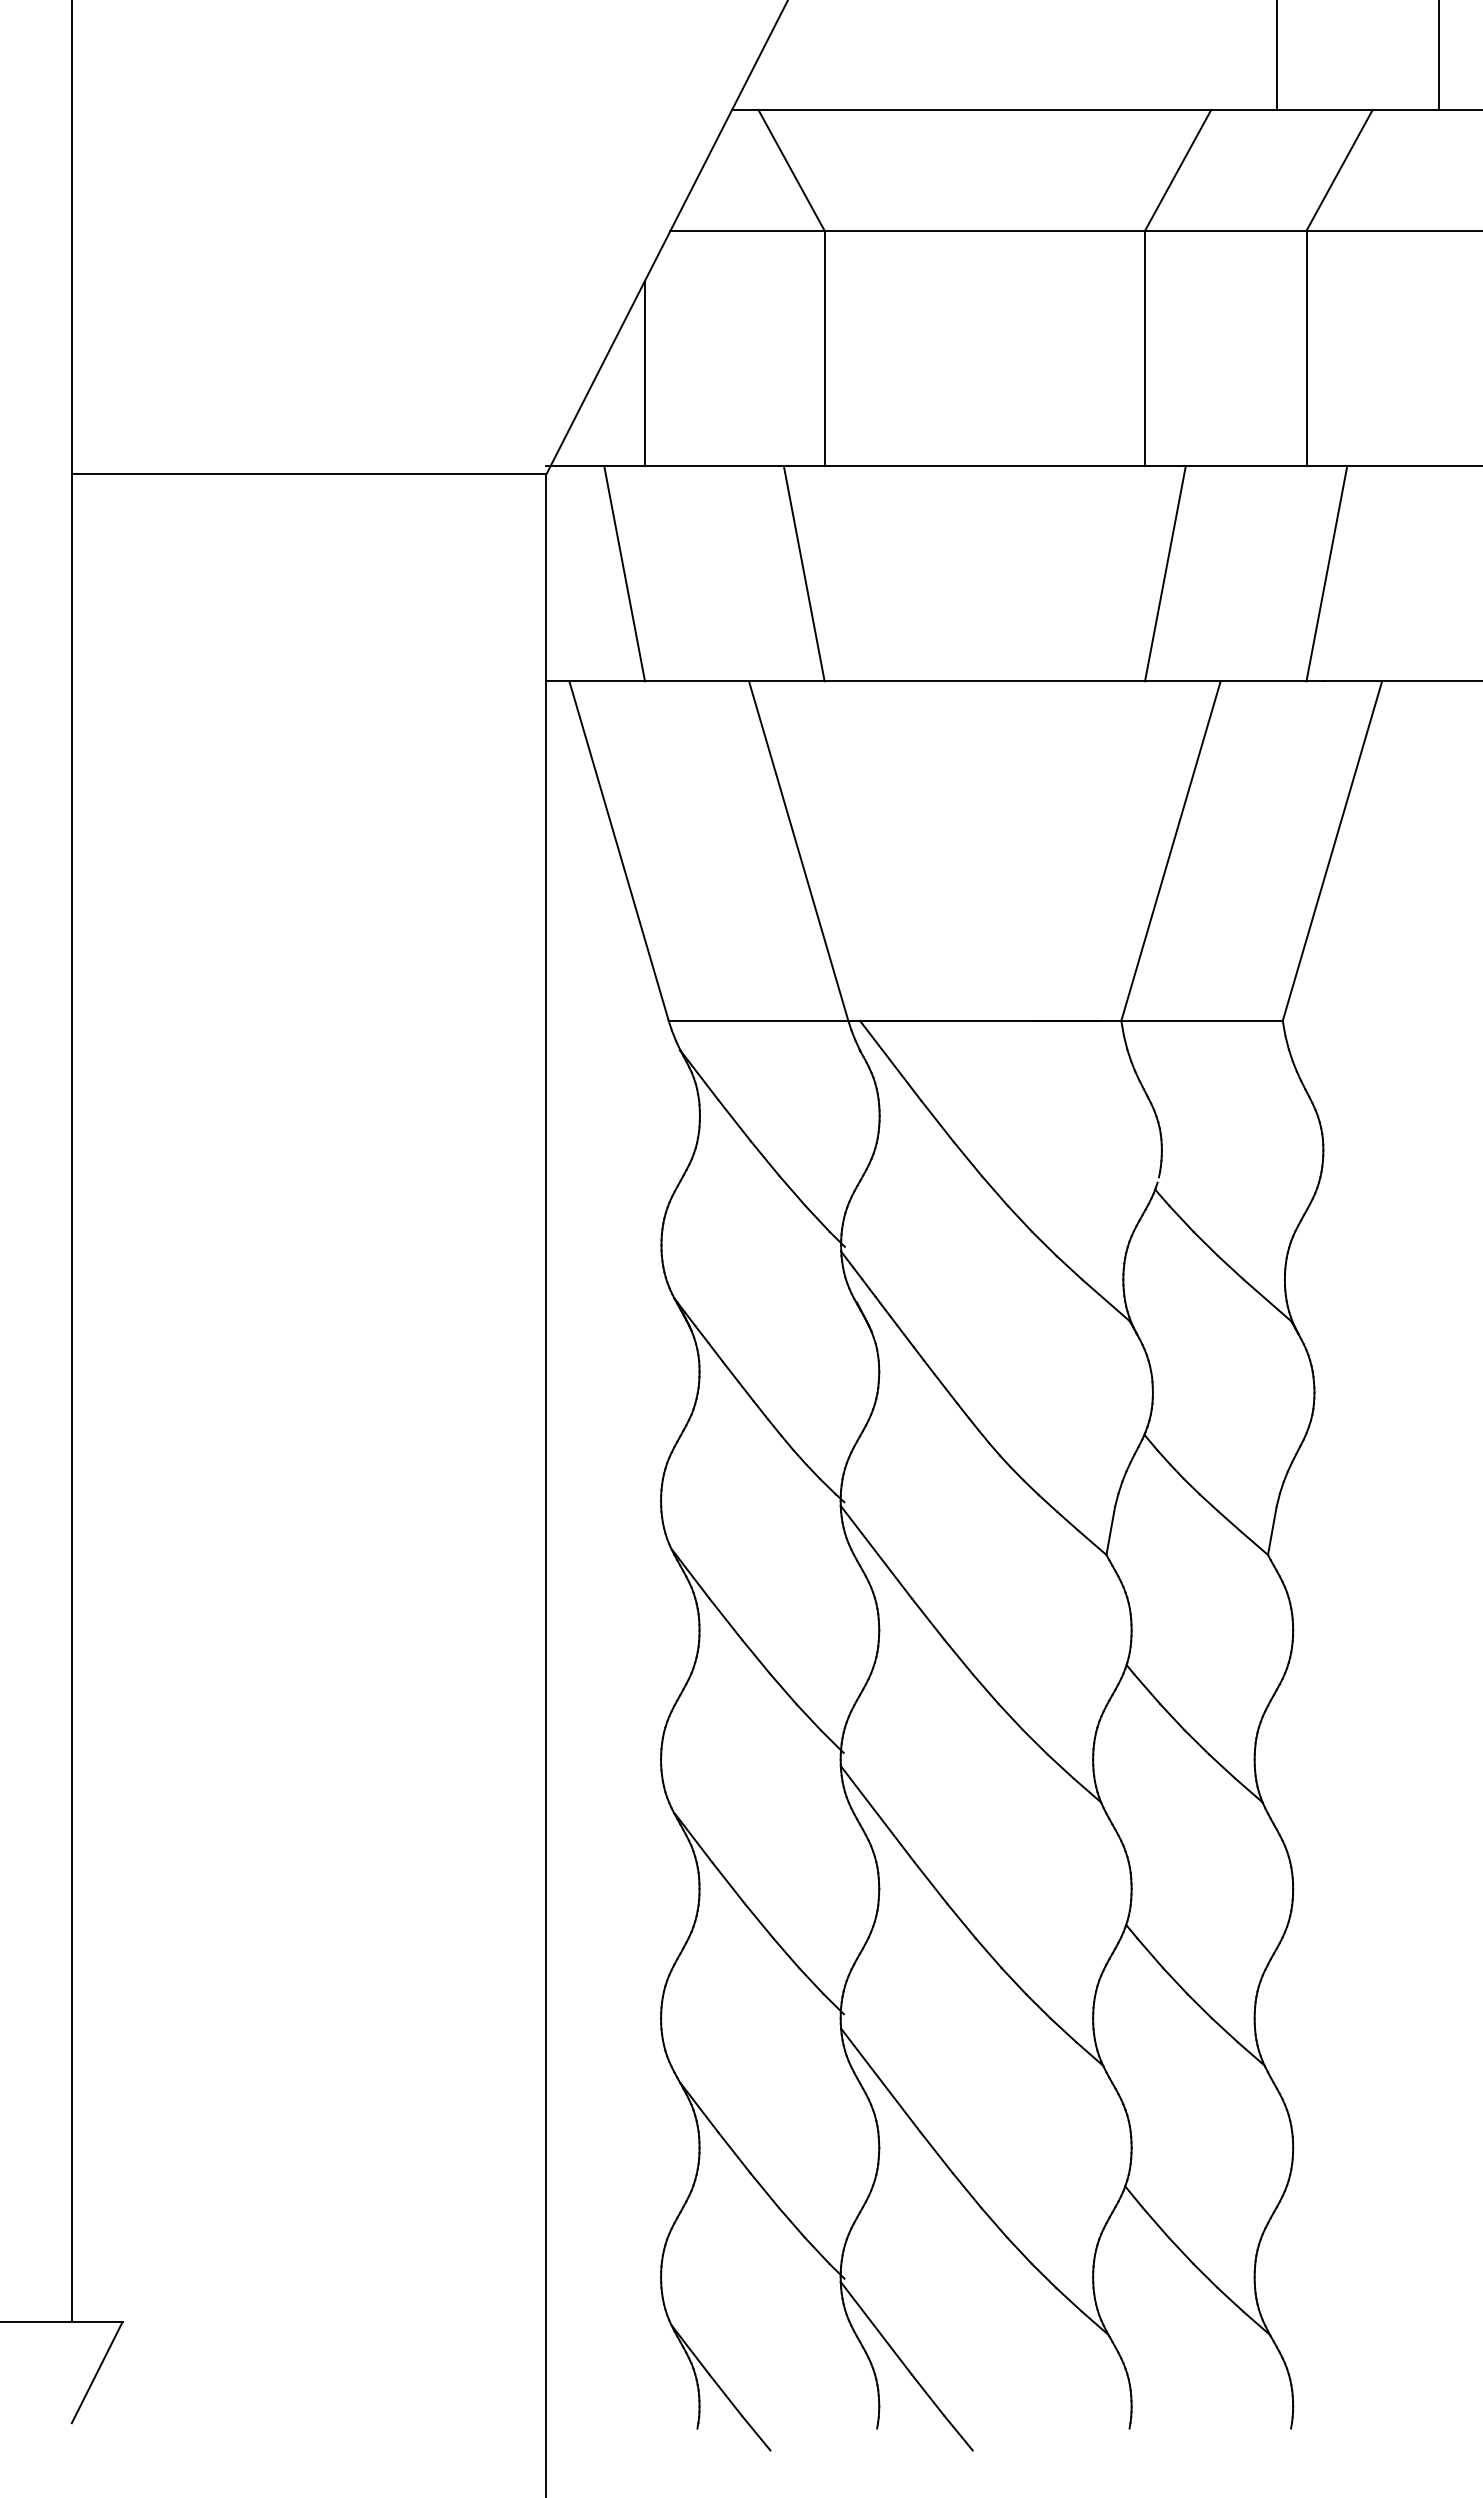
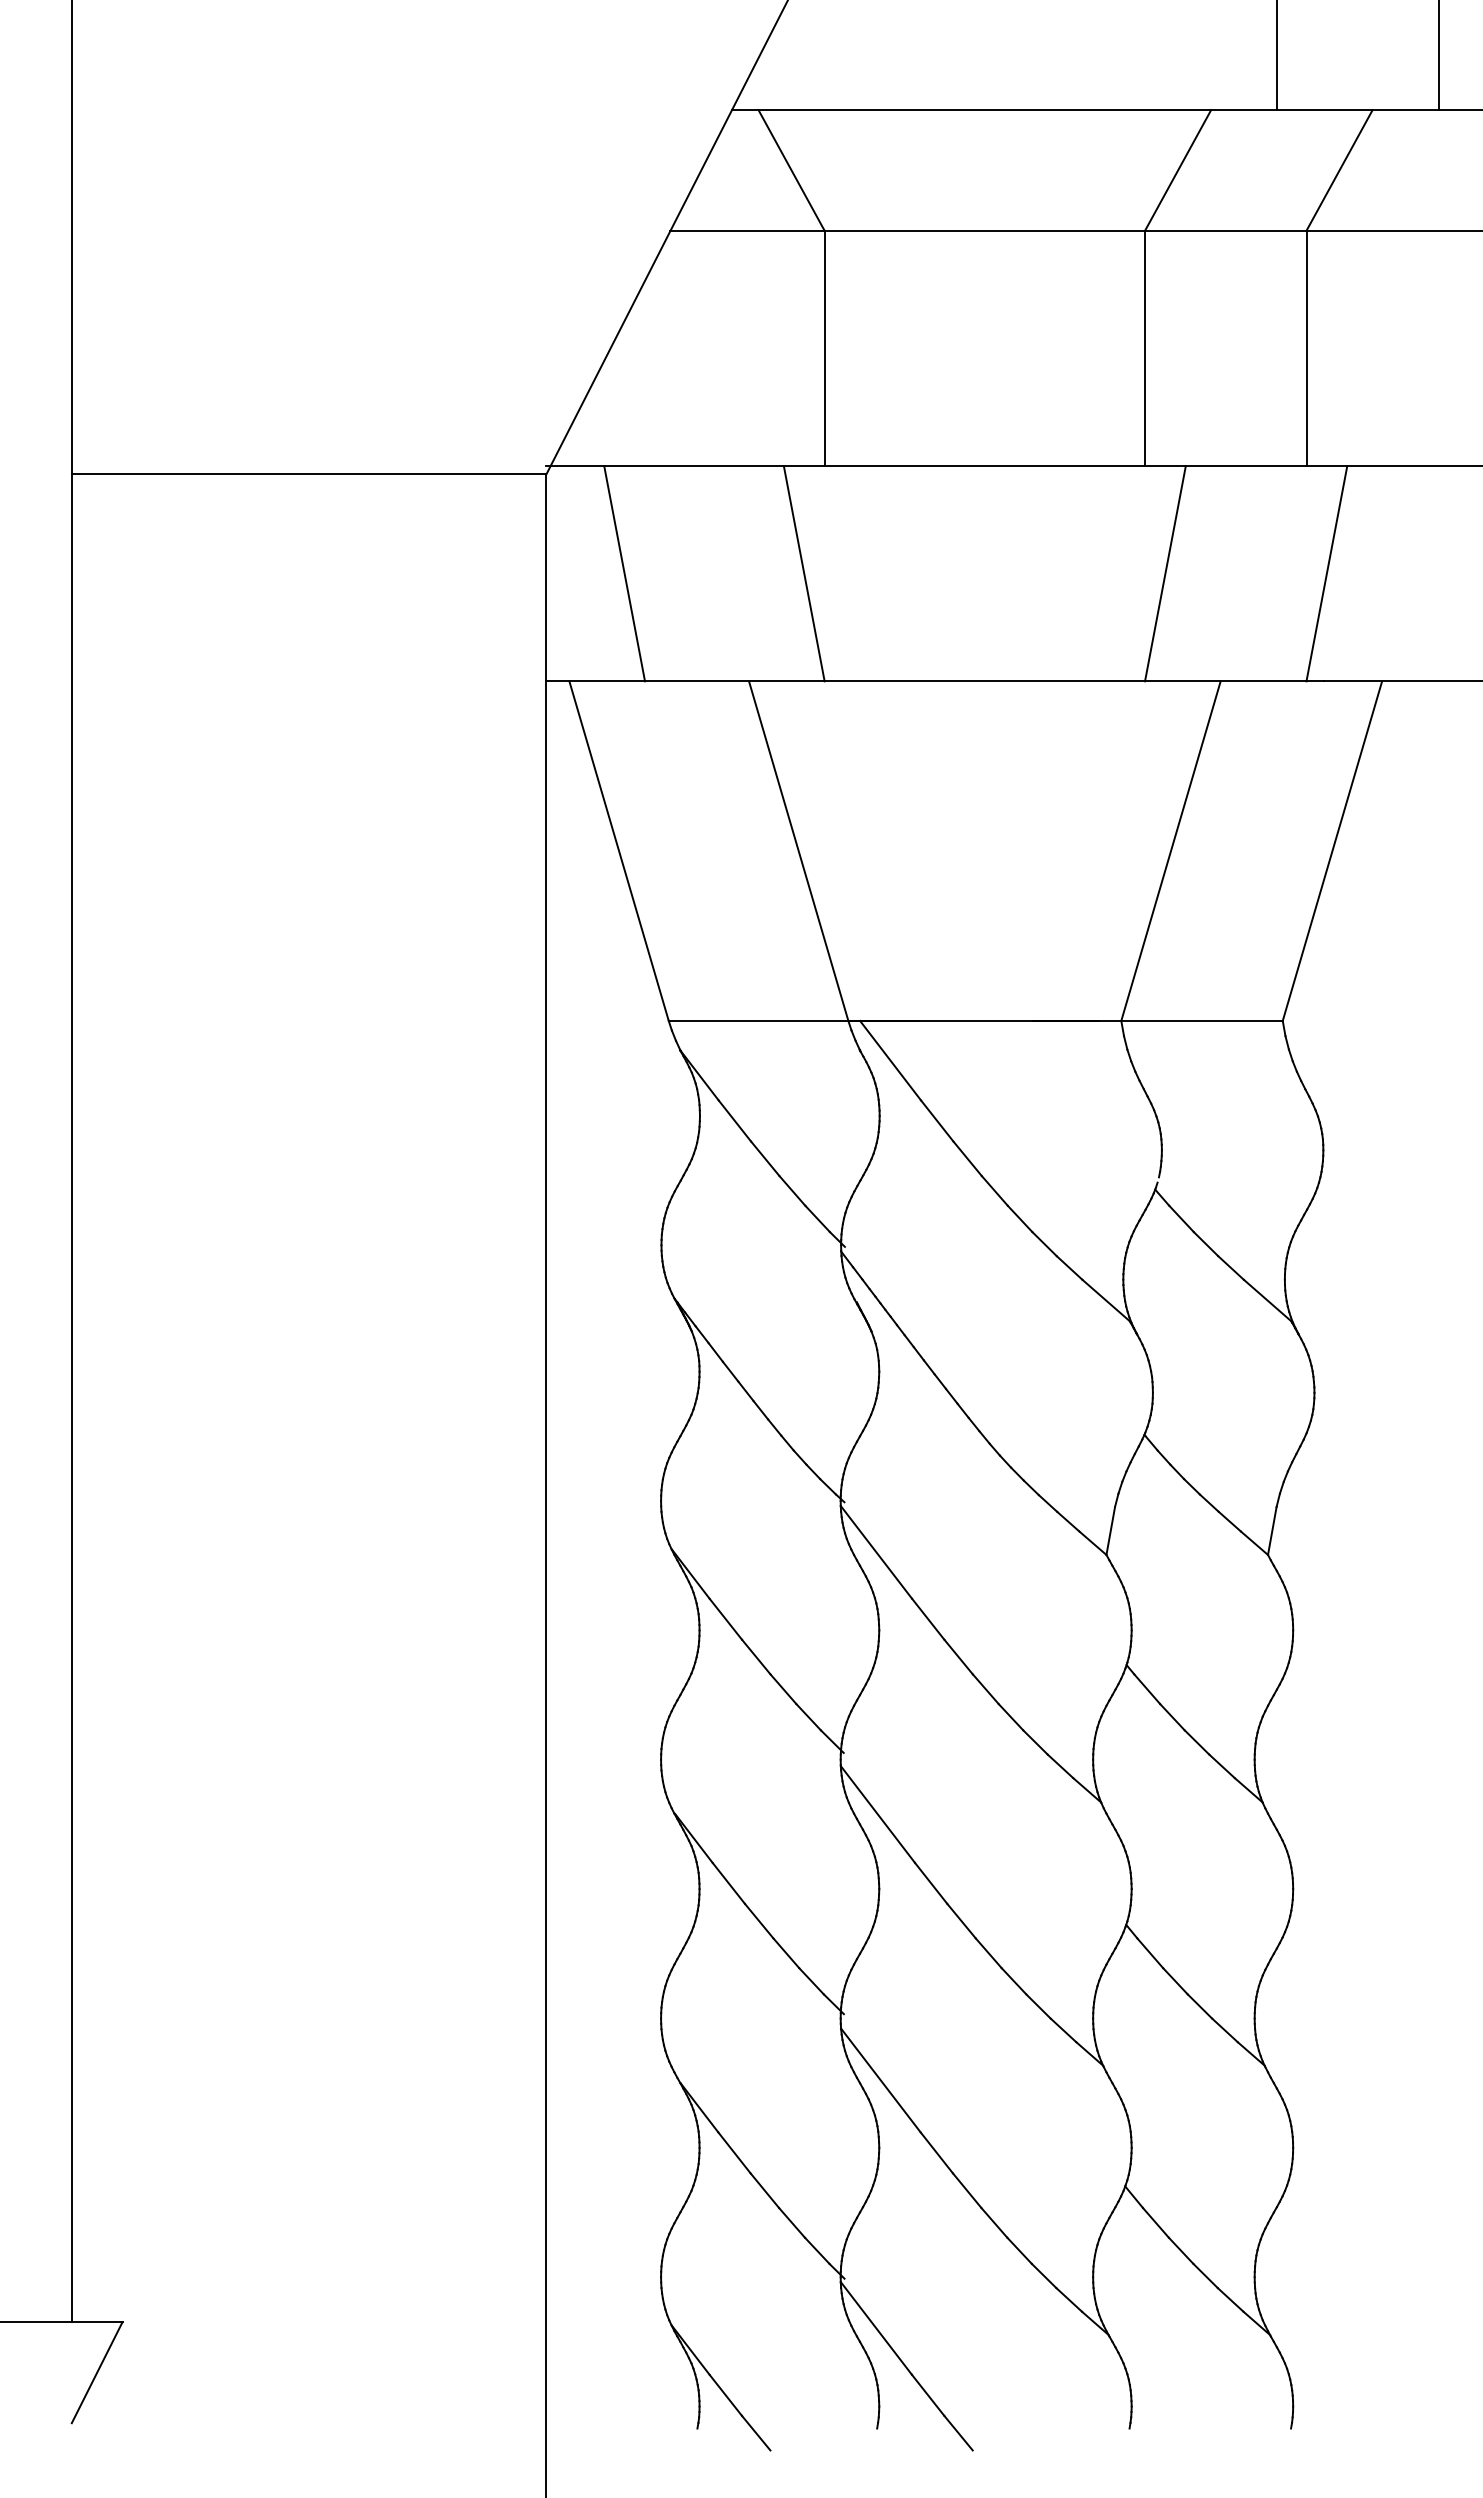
line at (645, 373): present -> none
